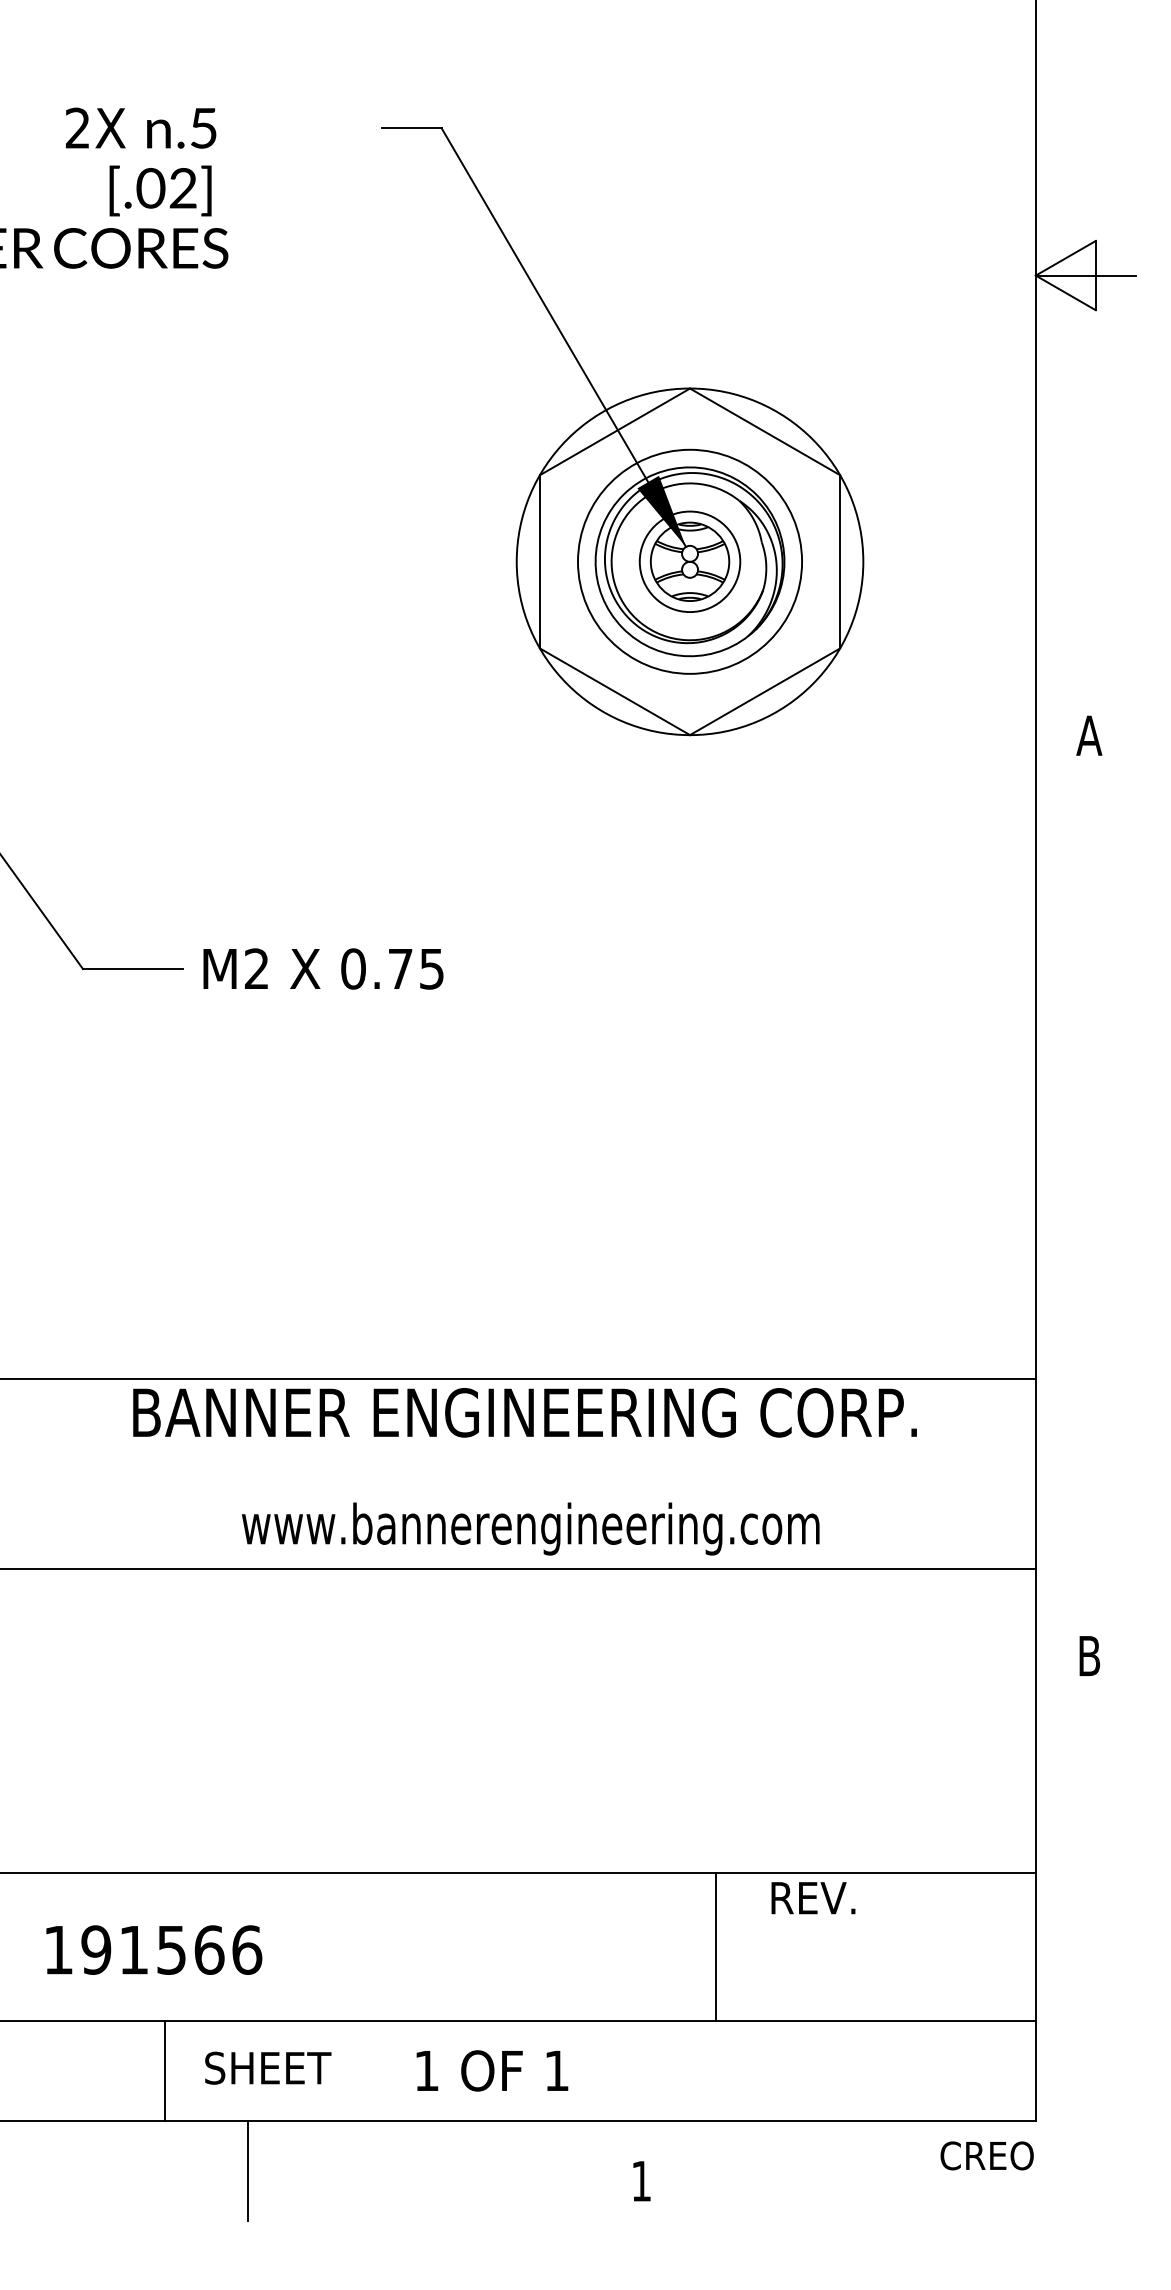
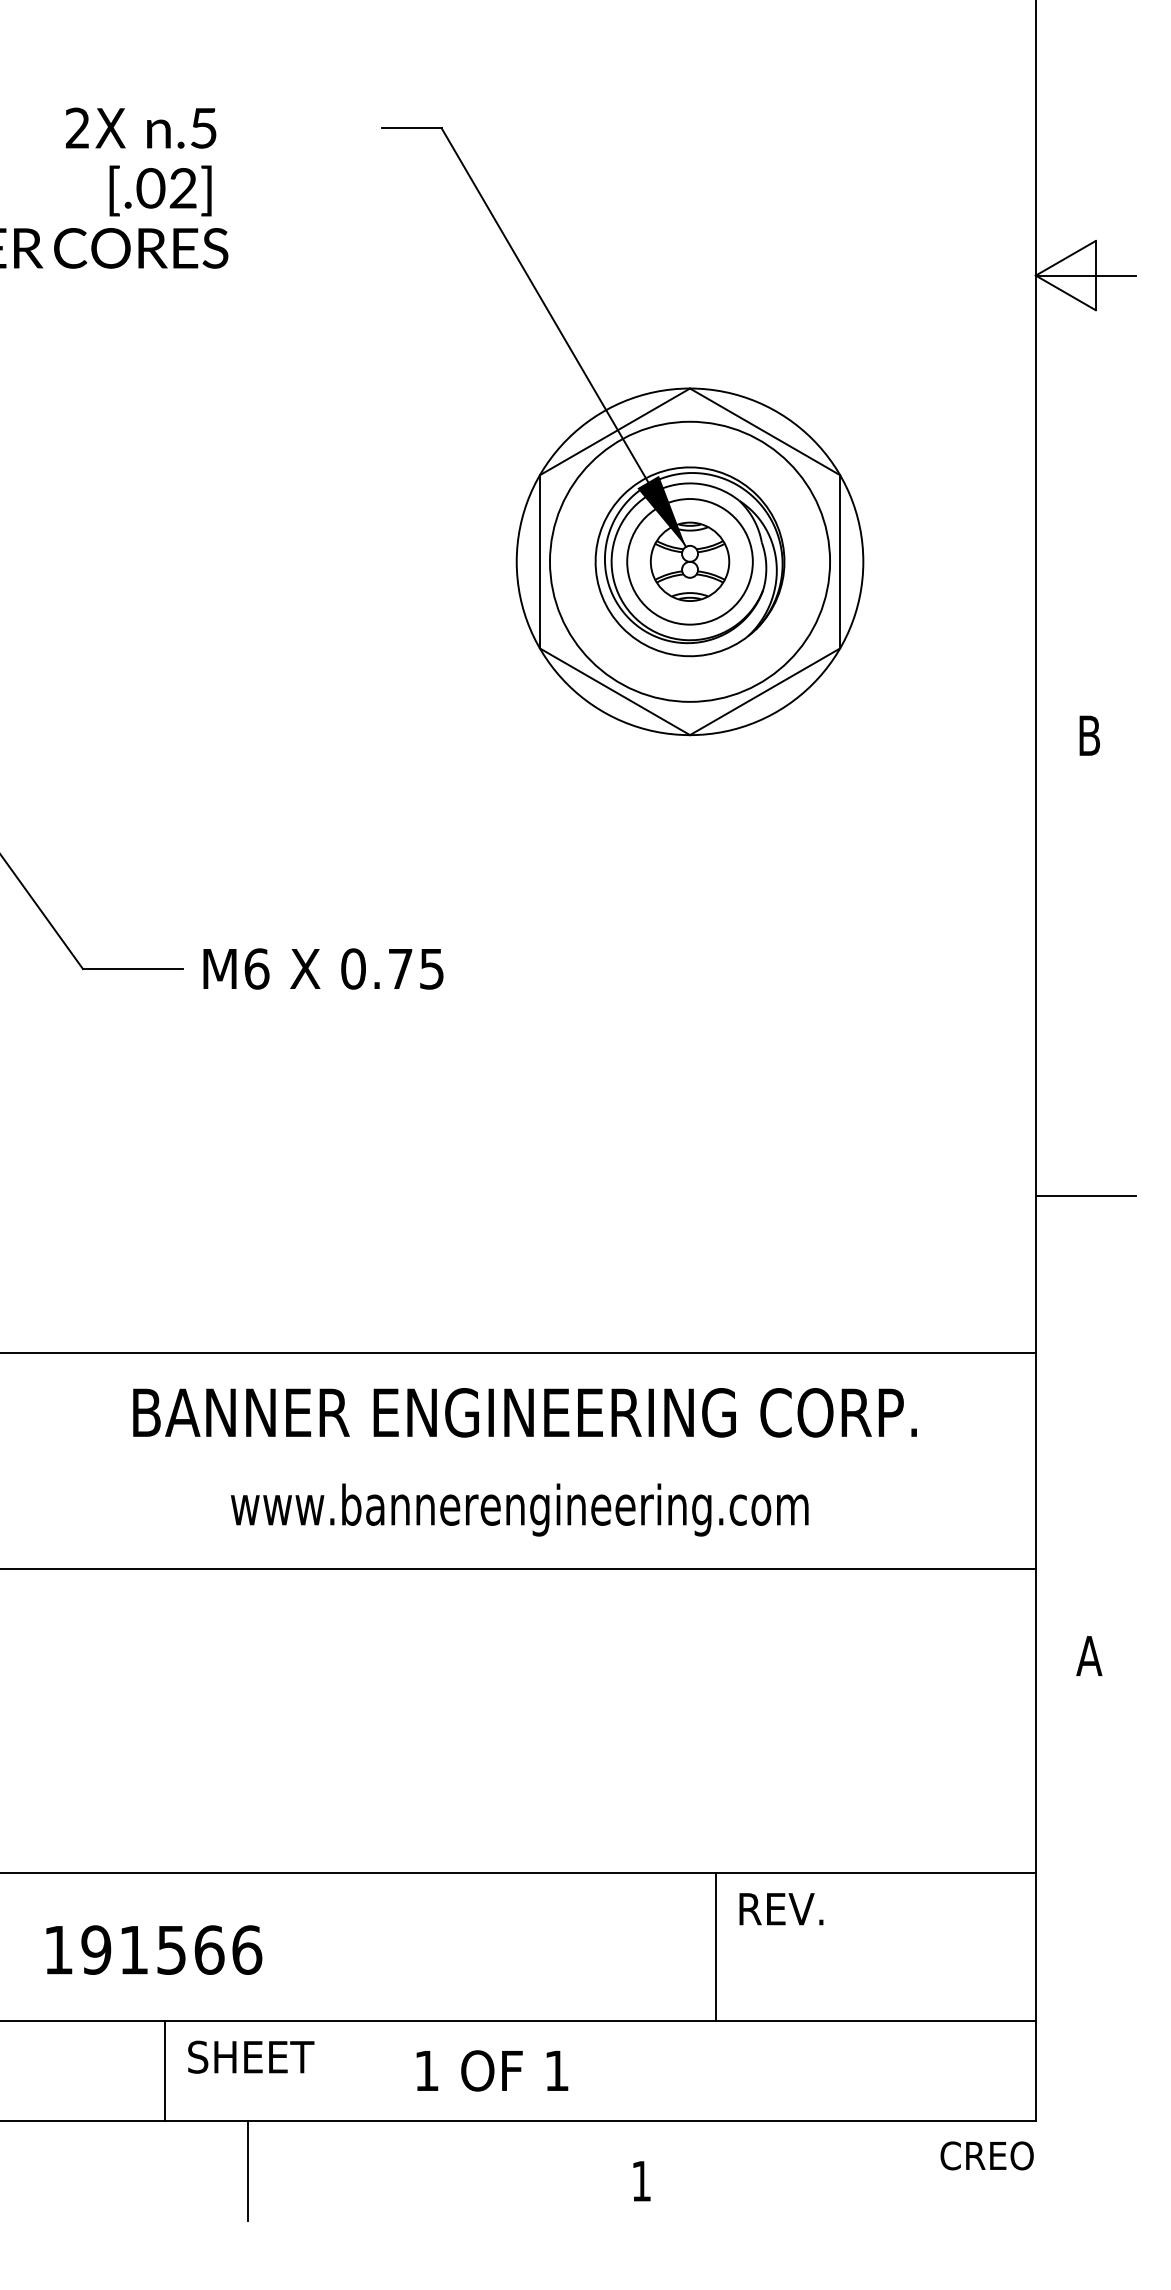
circle at (689, 561) diameter: 101 px -> 126 px
circle at (690, 561) diameter: 224 px -> 280 px
text at (1089, 735): A -> B
text at (256, 968): M2 -> M6
line at (1085, 1195): none -> present
line at (518, 1378) position: (518, 1378) -> (518, 1352)
text at (530, 1528) position: (530, 1528) -> (519, 1509)
text at (1089, 1656): B -> A
text at (813, 1898) position: (813, 1898) -> (781, 1909)
text at (268, 2067) position: (268, 2067) -> (251, 2056)
